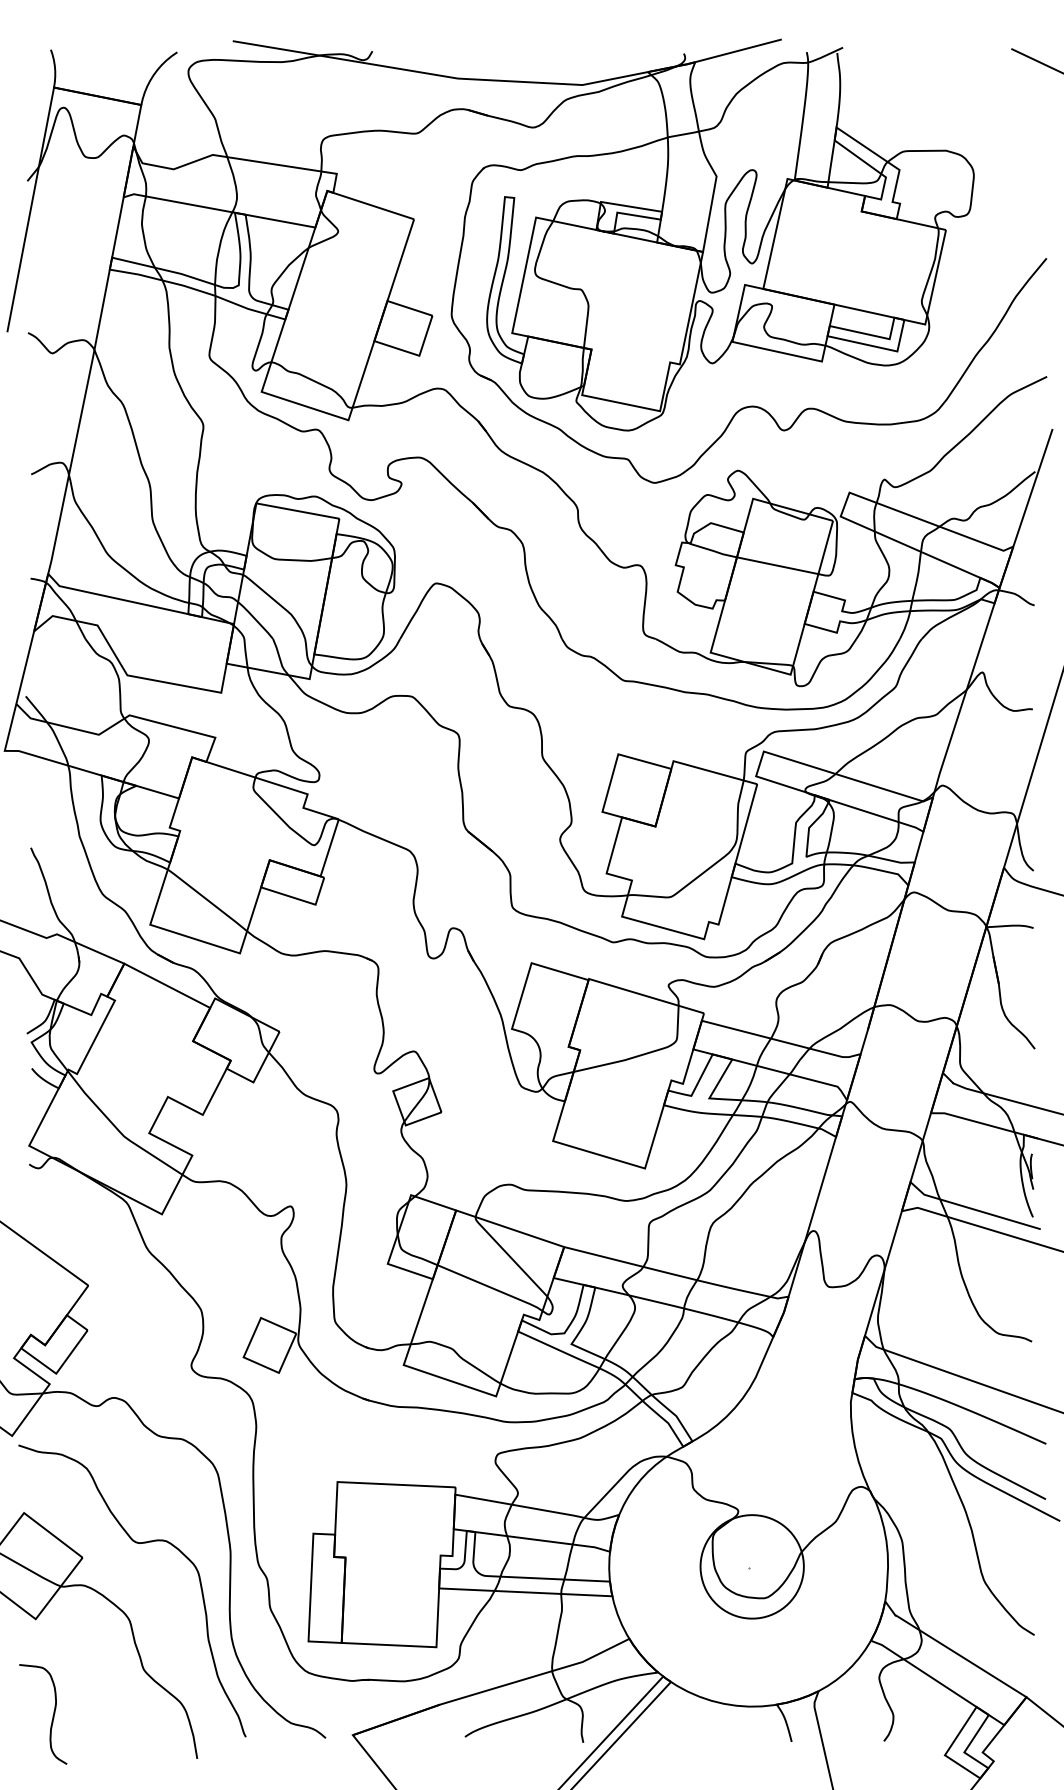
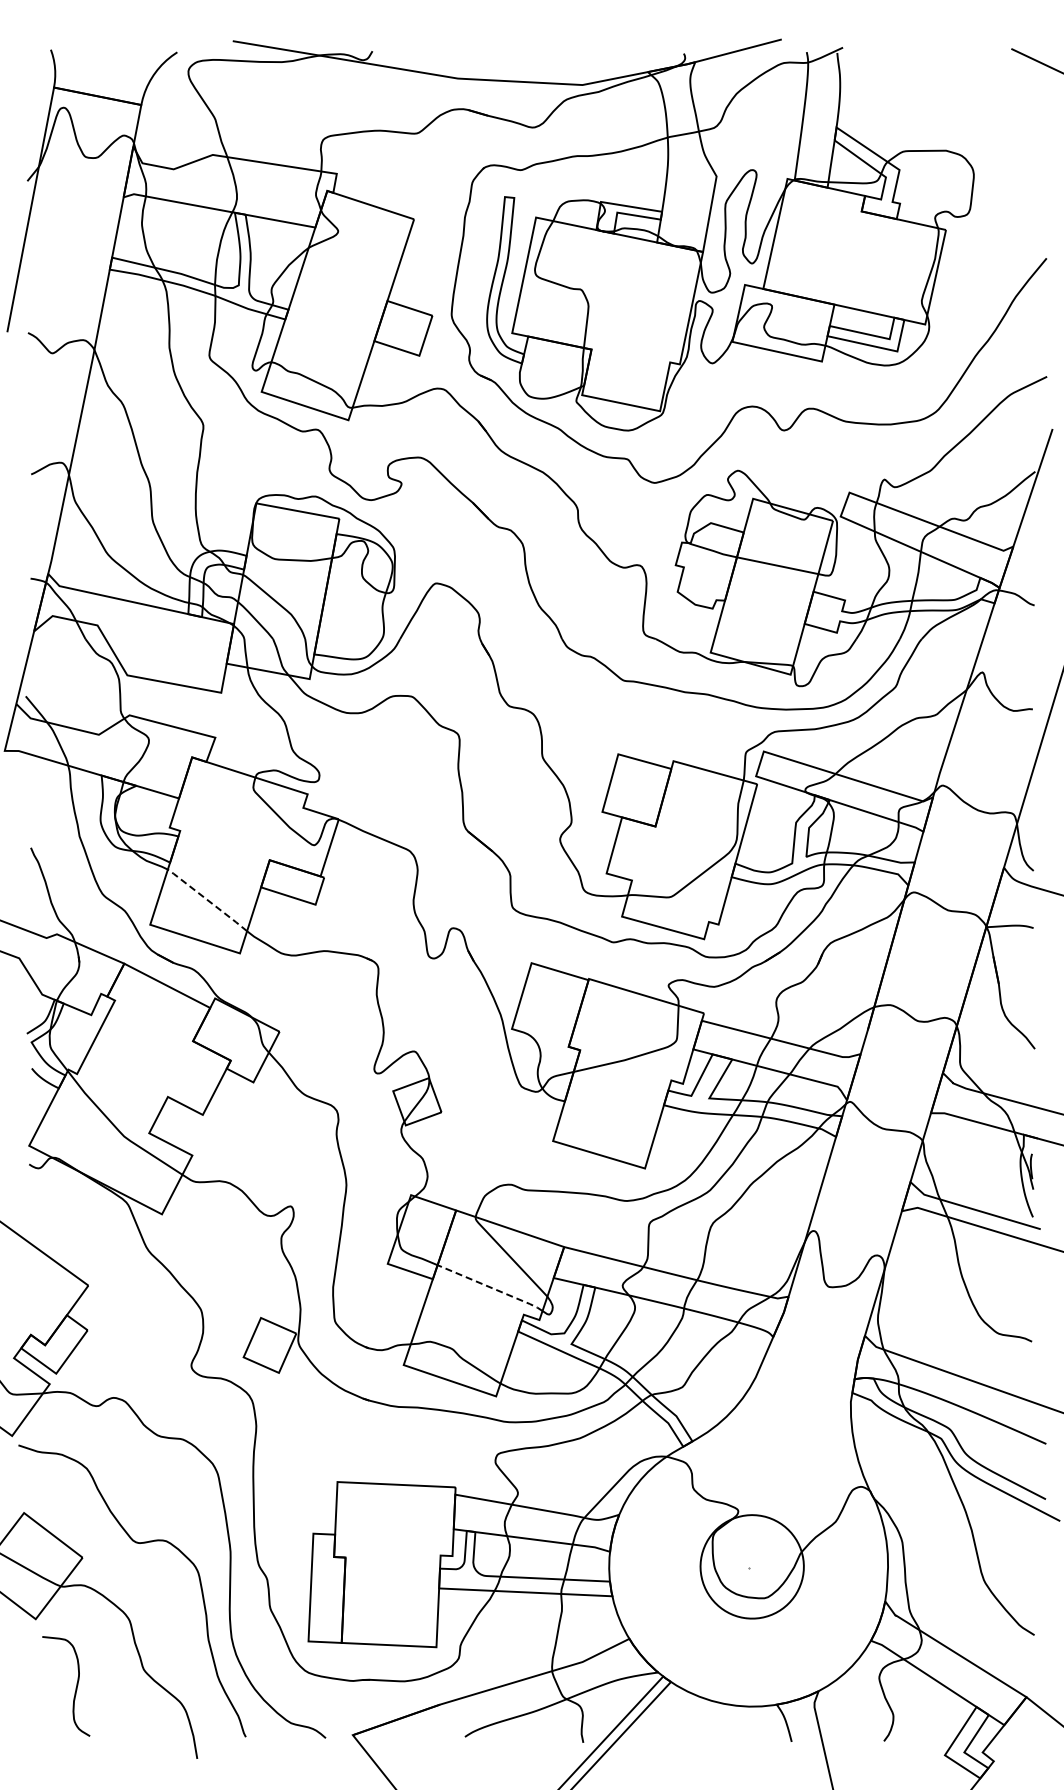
line at (207, 899): solid -> dashed
line at (491, 1287): solid -> dashed
curve at (52, 1715) position: (52, 1715) -> (75, 1687)
